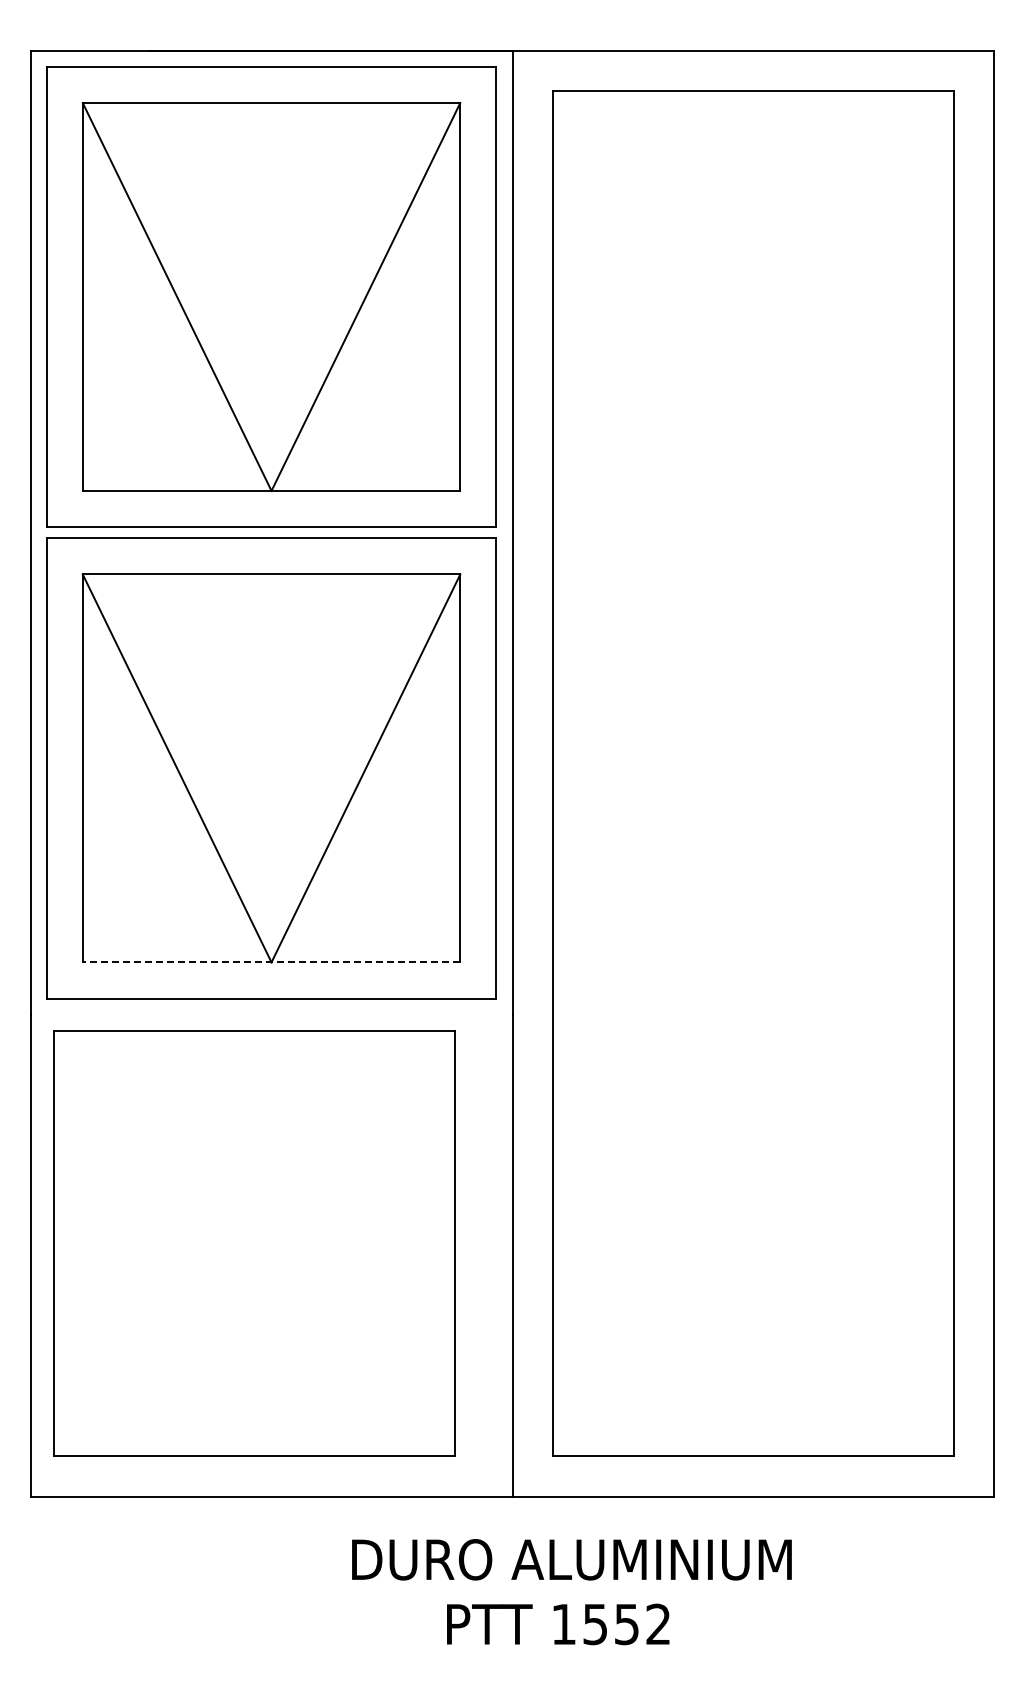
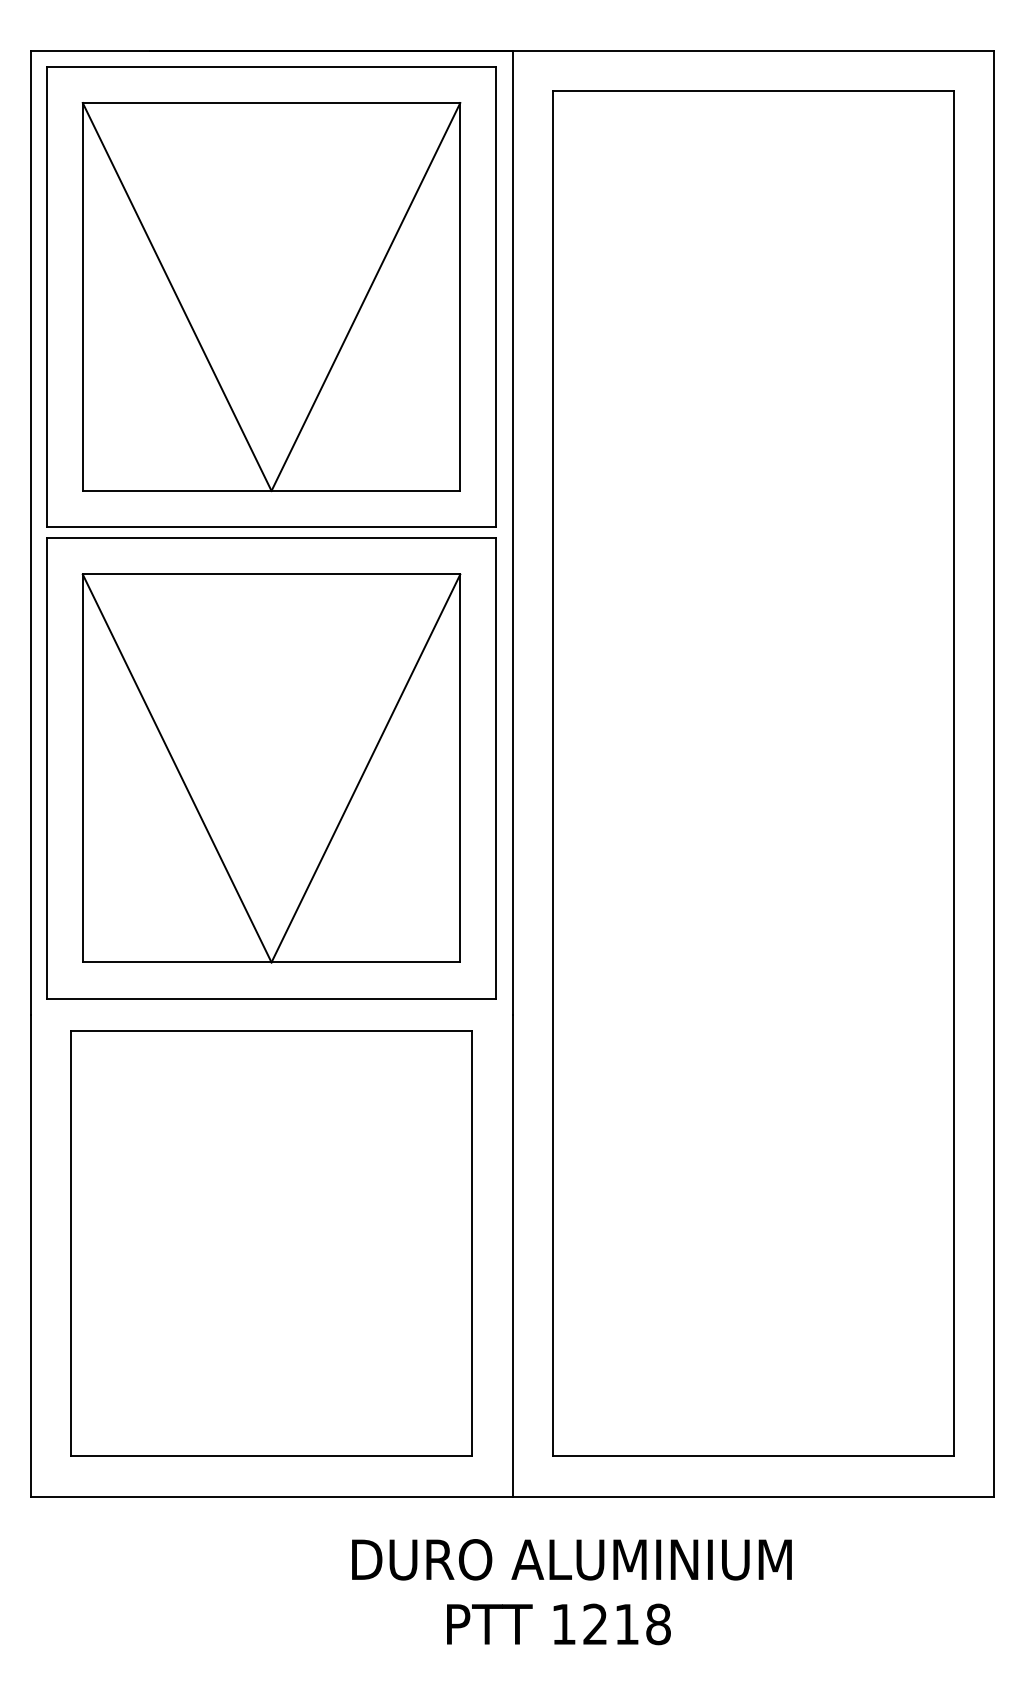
line at (271, 962): dashed -> solid
part at (254, 1243) position: (254, 1243) -> (271, 1243)
text at (626, 1624): 1552 -> 1218
